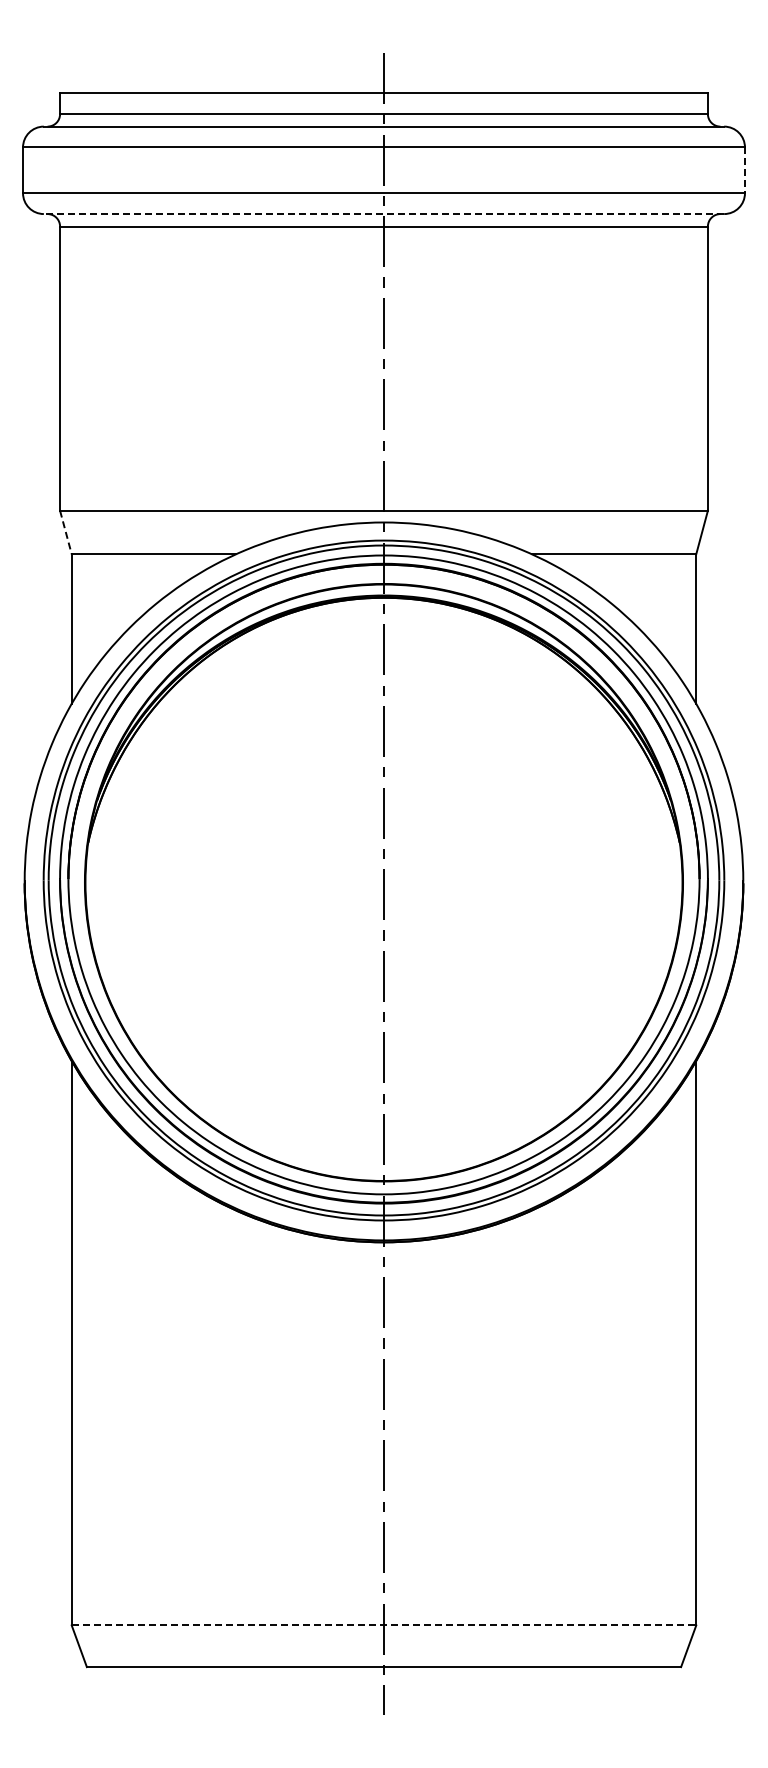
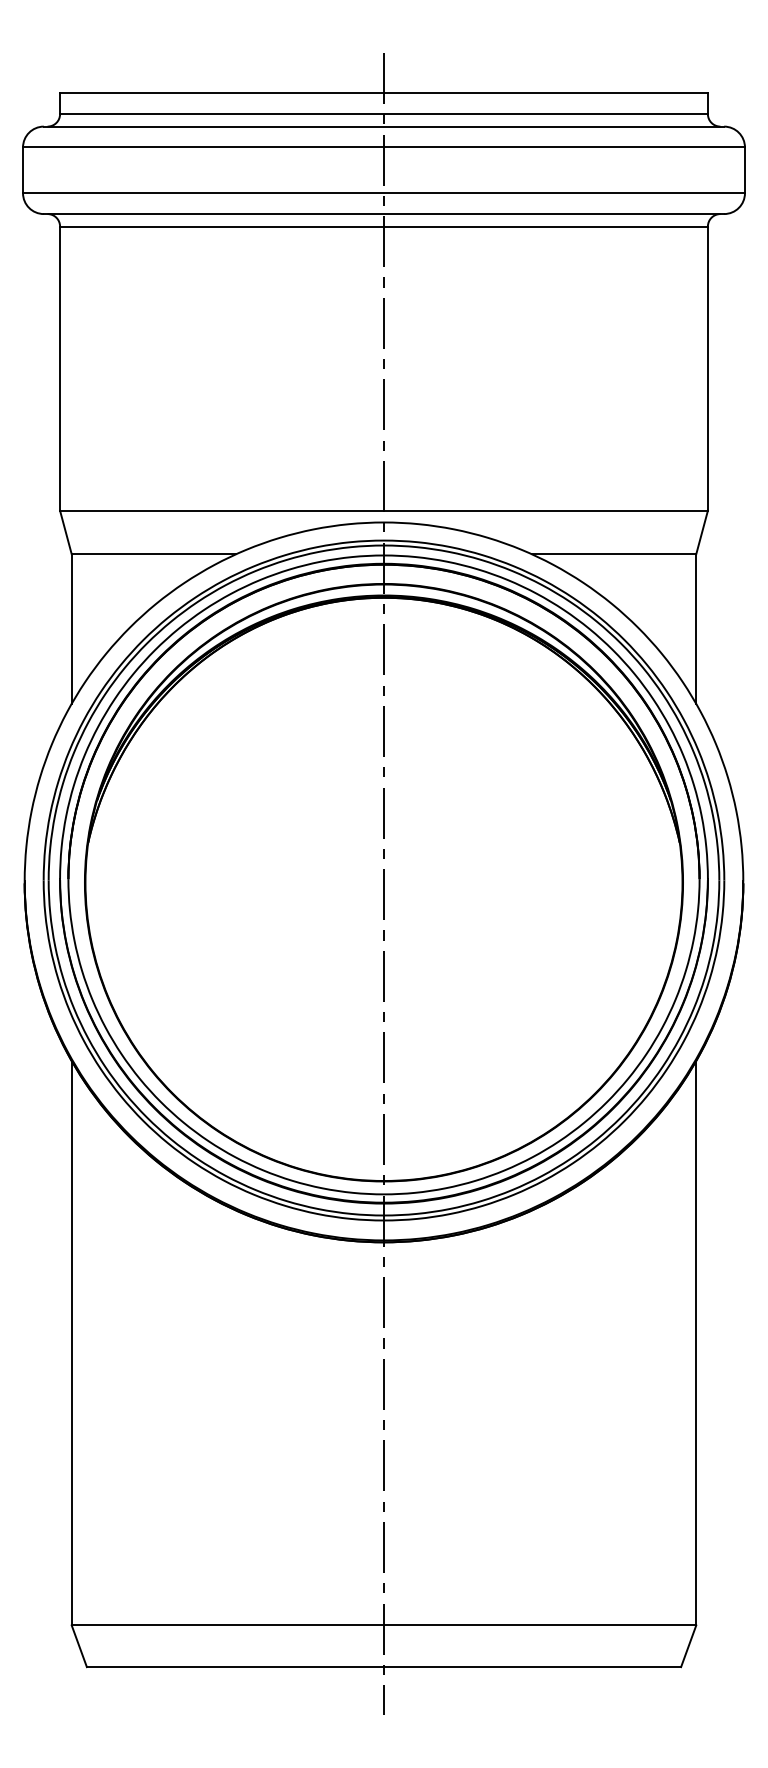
line at (744, 170): dashed -> solid
line at (383, 214): dashed -> solid
line at (65, 532): dashed -> solid
line at (384, 1625): dashed -> solid
